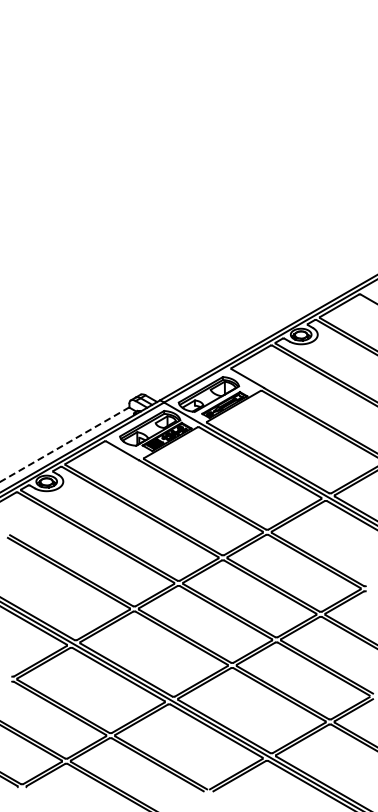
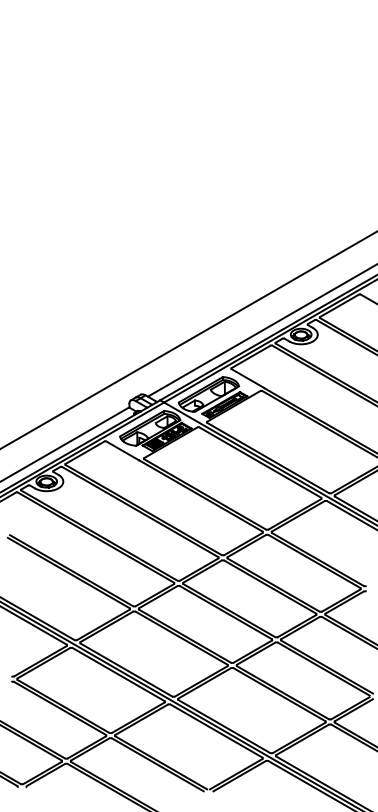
line at (260, 330): none -> present
line at (188, 339): none -> present
line at (64, 444): dashed -> solid
